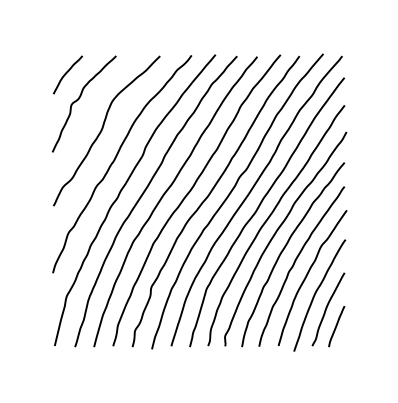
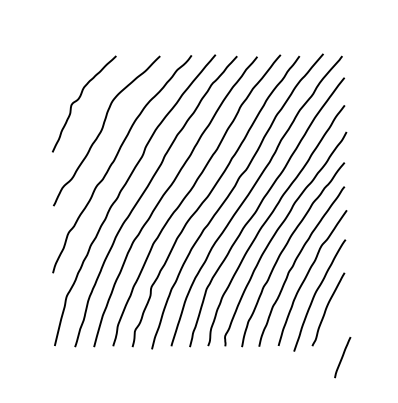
curve at (67, 73): present -> none
line at (336, 326) position: (336, 326) -> (342, 357)
